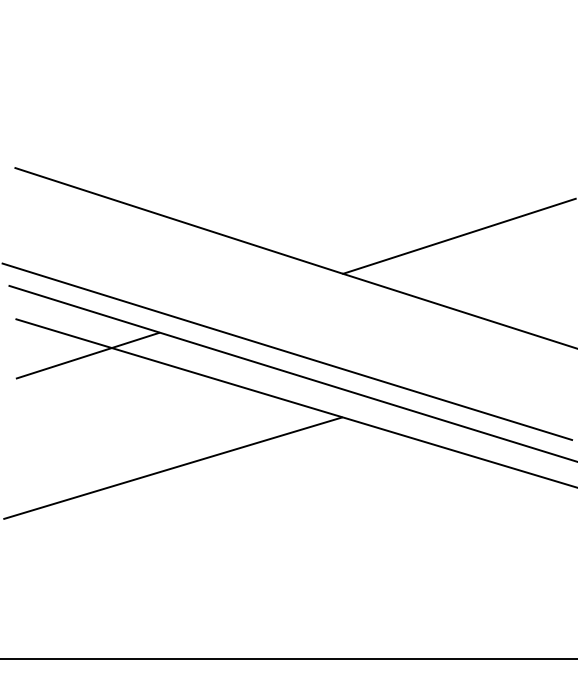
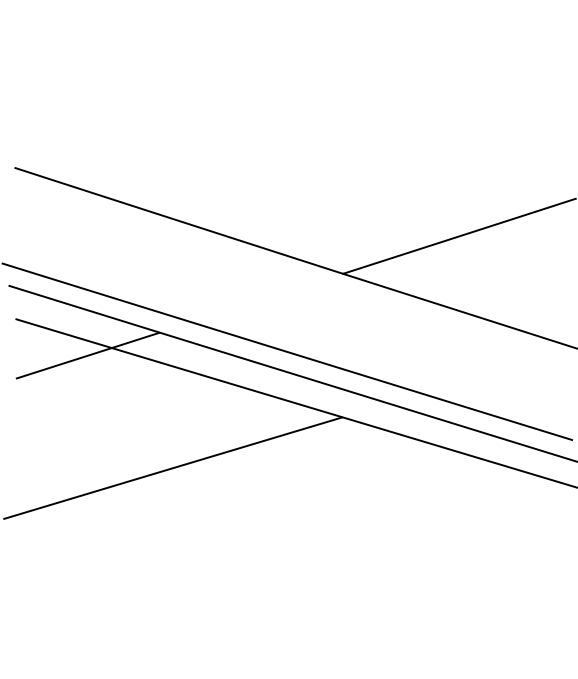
line at (288, 658): present -> none
